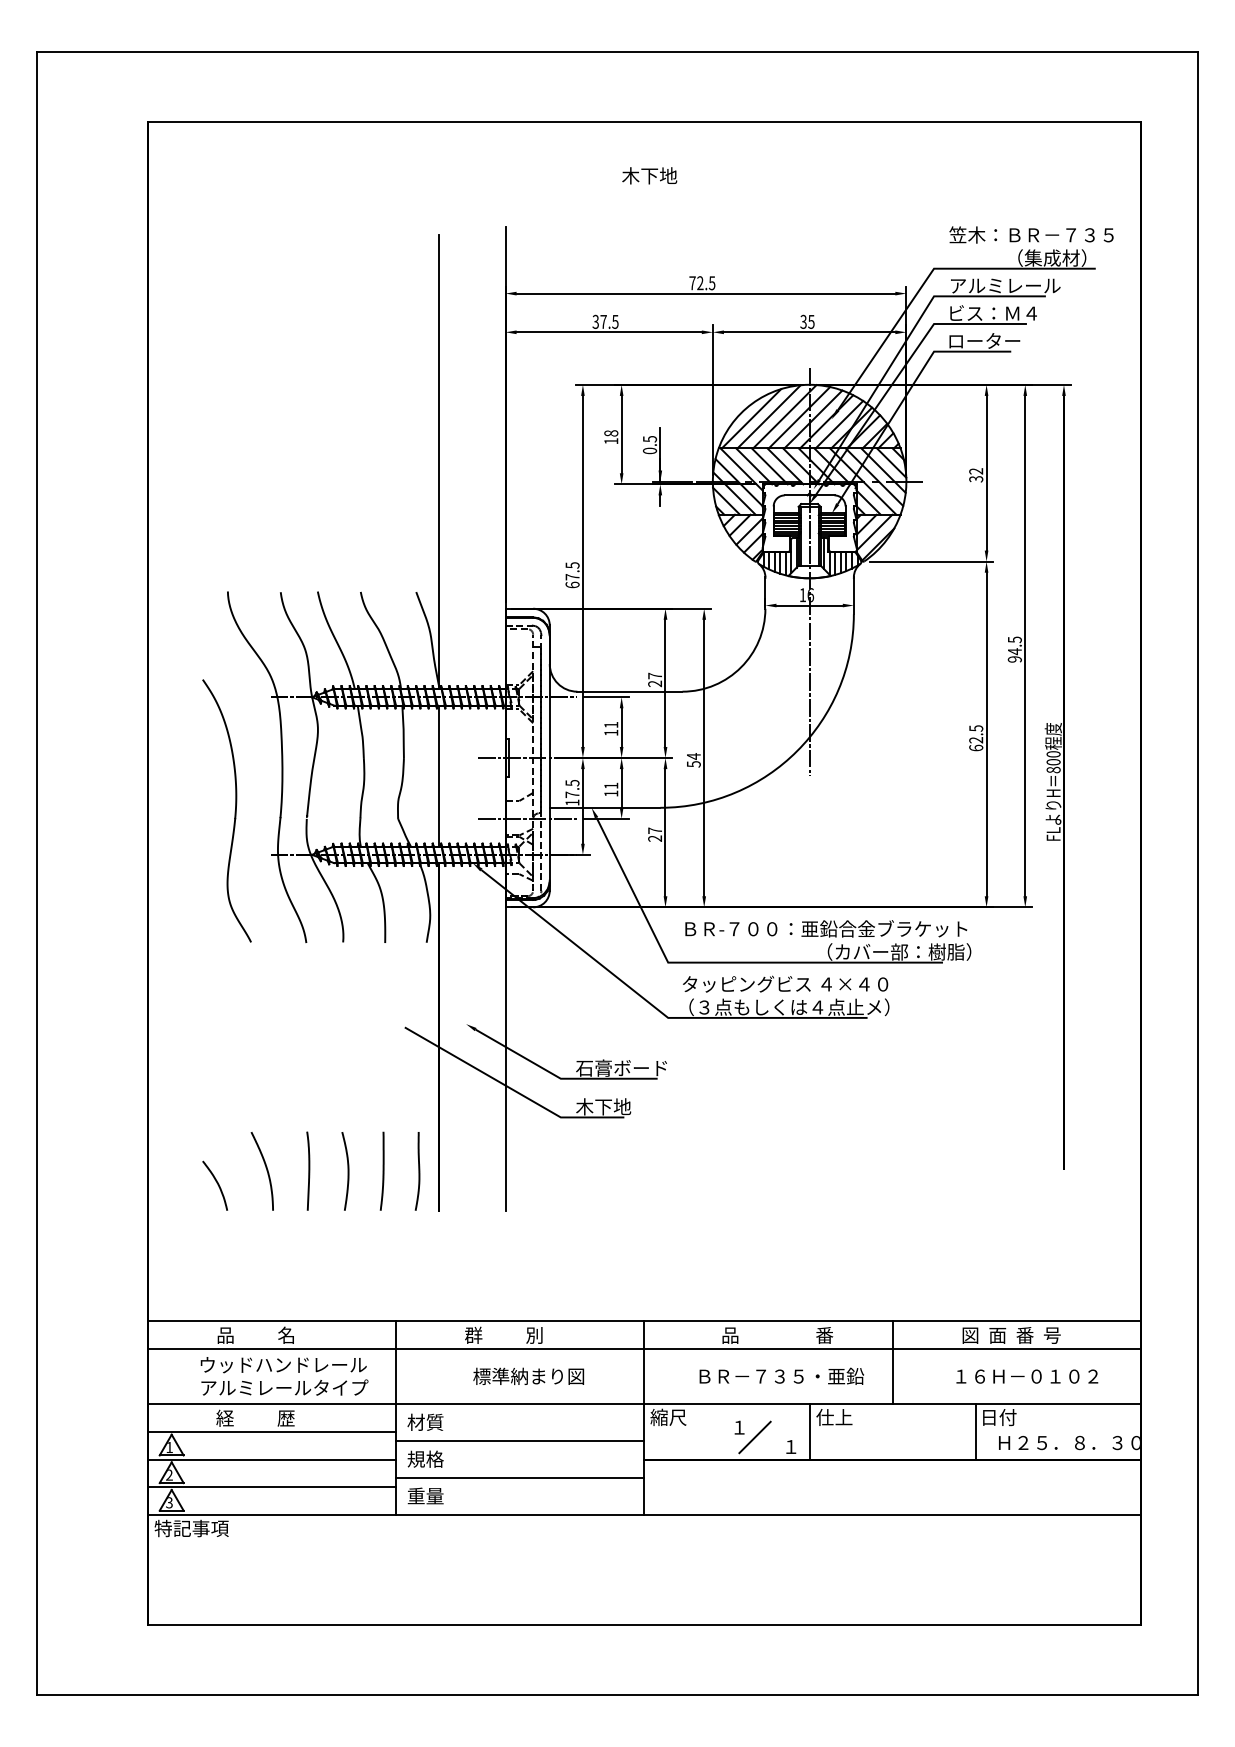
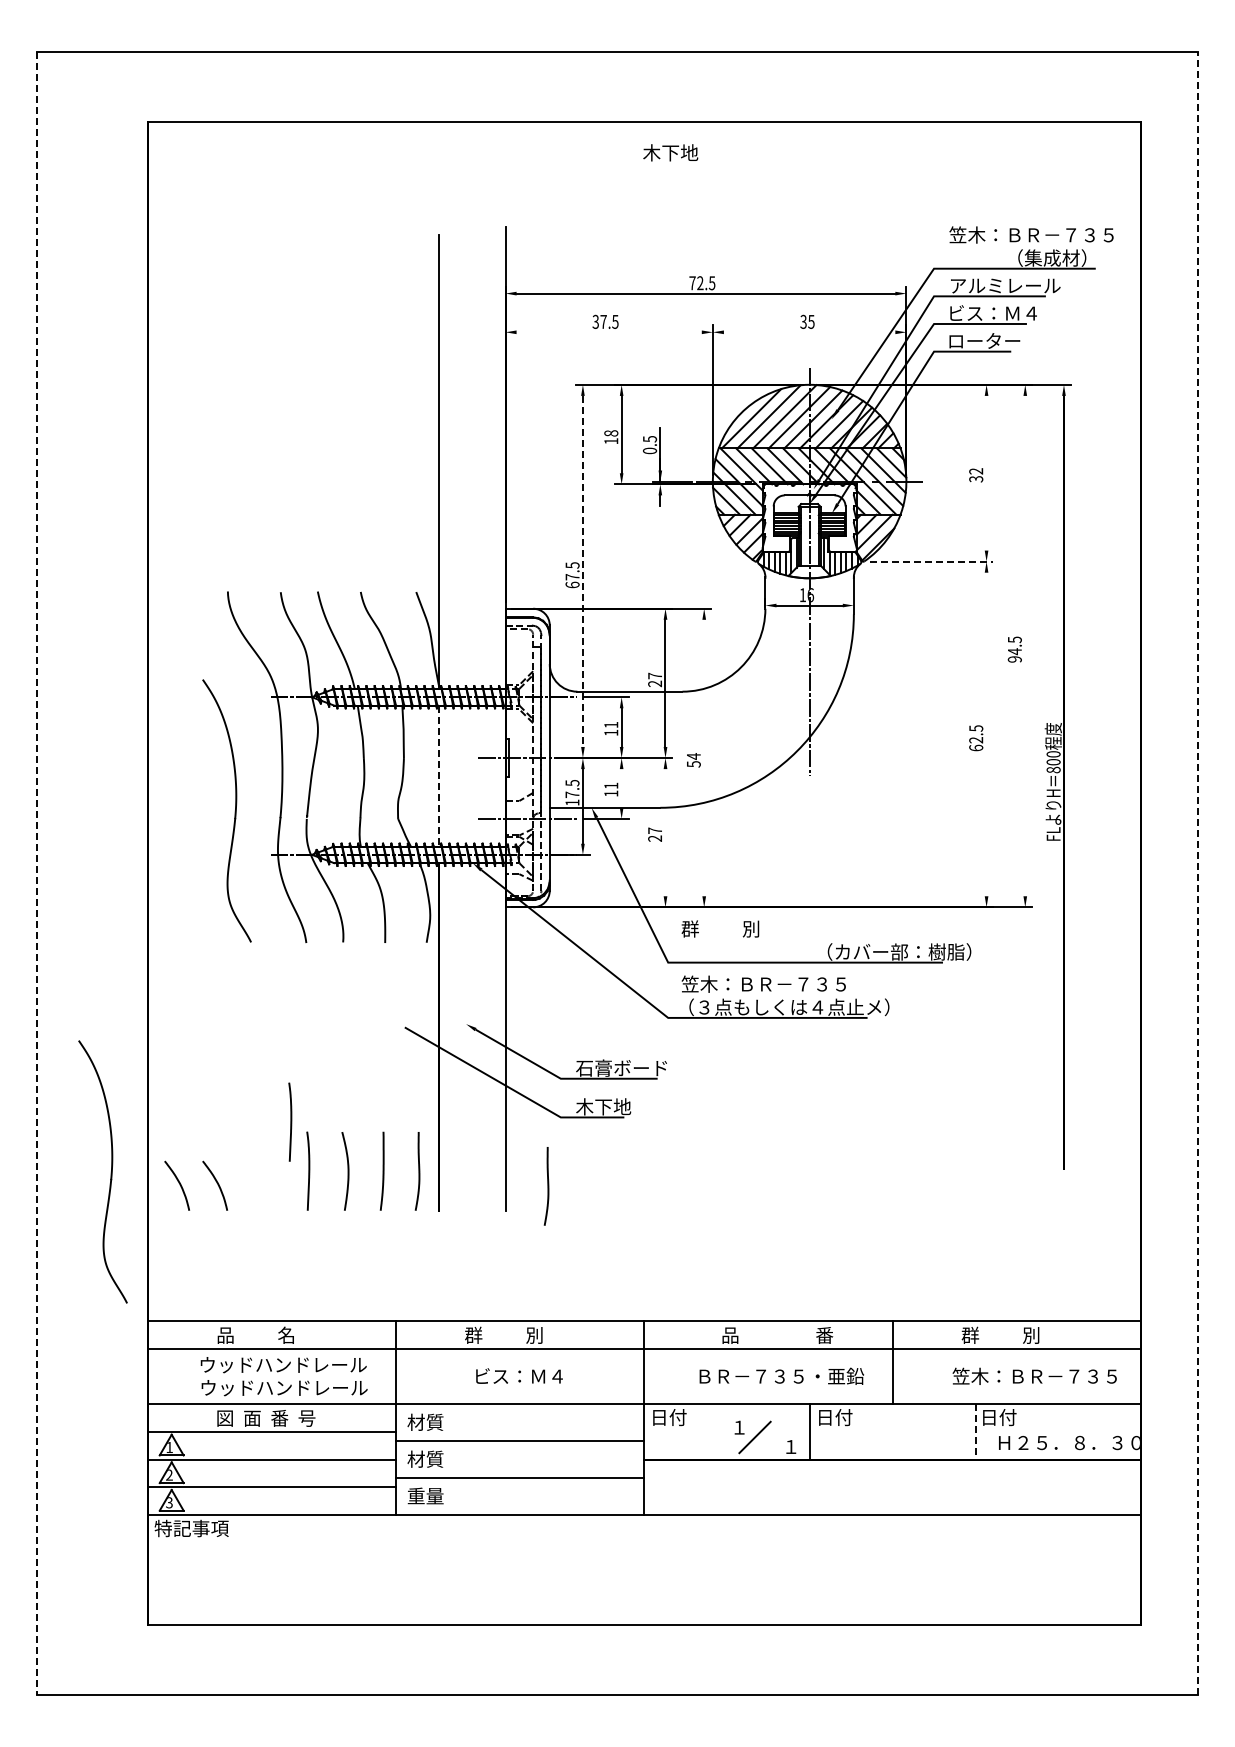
text at (649, 175) position: (649, 175) -> (670, 152)
line at (608, 332): present -> none
line at (809, 332): present -> none
line at (986, 472): present -> none
line at (931, 561): solid -> dashed
line at (582, 571): solid -> dashed
line at (1025, 645): present -> none
line at (986, 734): present -> none
line at (704, 757): present -> none
line at (439, 776): solid -> dashed
line at (621, 788): present -> none
line at (665, 832): present -> none
line at (36, 873): solid -> dashed
line at (1198, 873): solid -> dashed
text at (824, 928): ＢＲ-７００：亜鉛合金ブラケット -> 群          別
text at (784, 983): タッピングビス ４×４０ -> 笠木：ＢＲ－７３５
curve at (290, 1121): none -> present
curve at (266, 1171): present -> none
part at (110, 1172): none -> present
curve at (179, 1185): none -> present
curve at (547, 1186): none -> present
text at (1010, 1334): 図  面  番  号 -> 群          別
text at (1034, 1375): １６Ｈ－０１０２ -> 笠木：ＢＲ－７３５
text at (528, 1376): 標準納まり図 -> ビス：Ｍ４
text at (284, 1387): アルミレールタイプ -> ウッドハンドレール
text at (265, 1417): 経          歴 -> 図  面  番  号
text at (668, 1417): 縮尺 -> 日付
text at (834, 1417): 仕上 -> 日付
line at (976, 1431): solid -> dashed
text at (425, 1458): 規格 -> 材質
